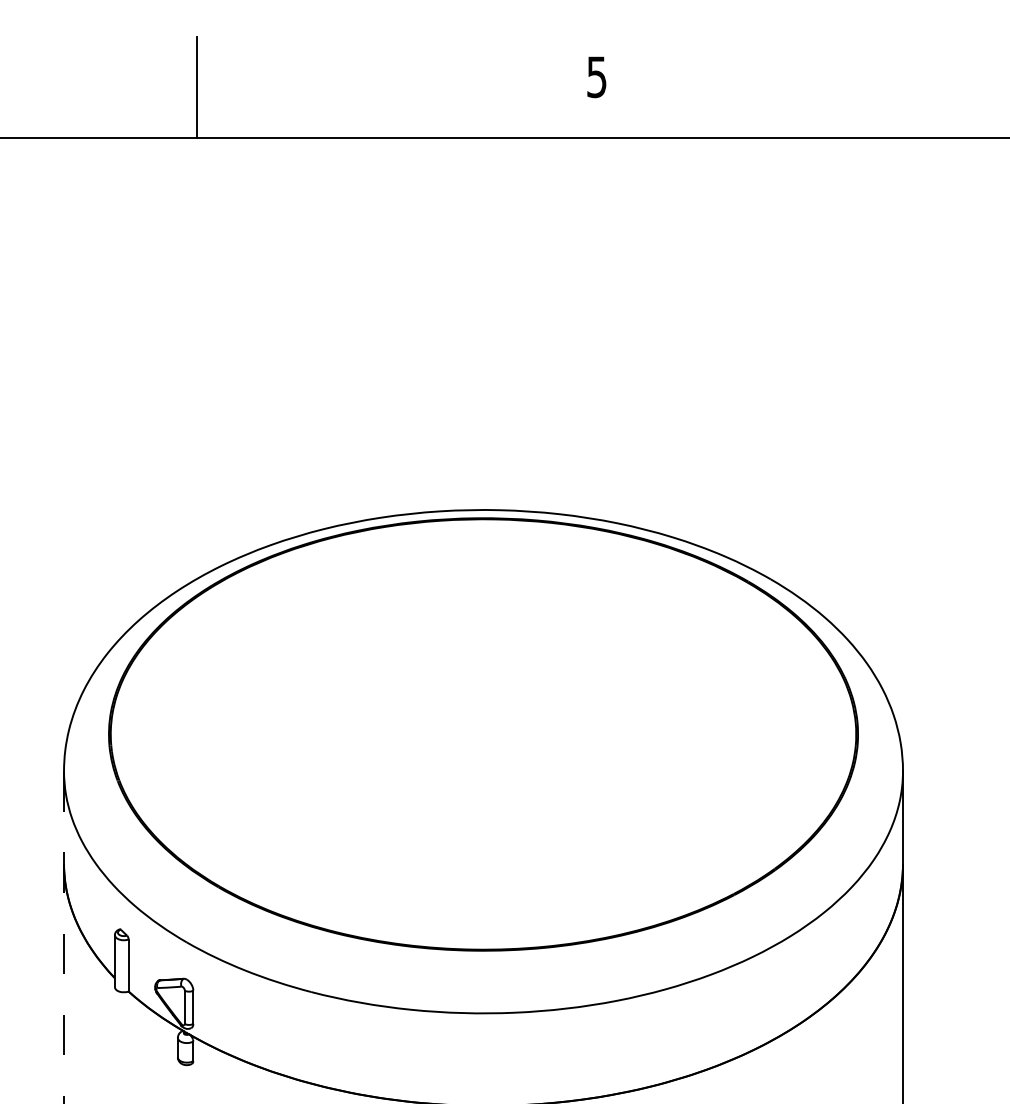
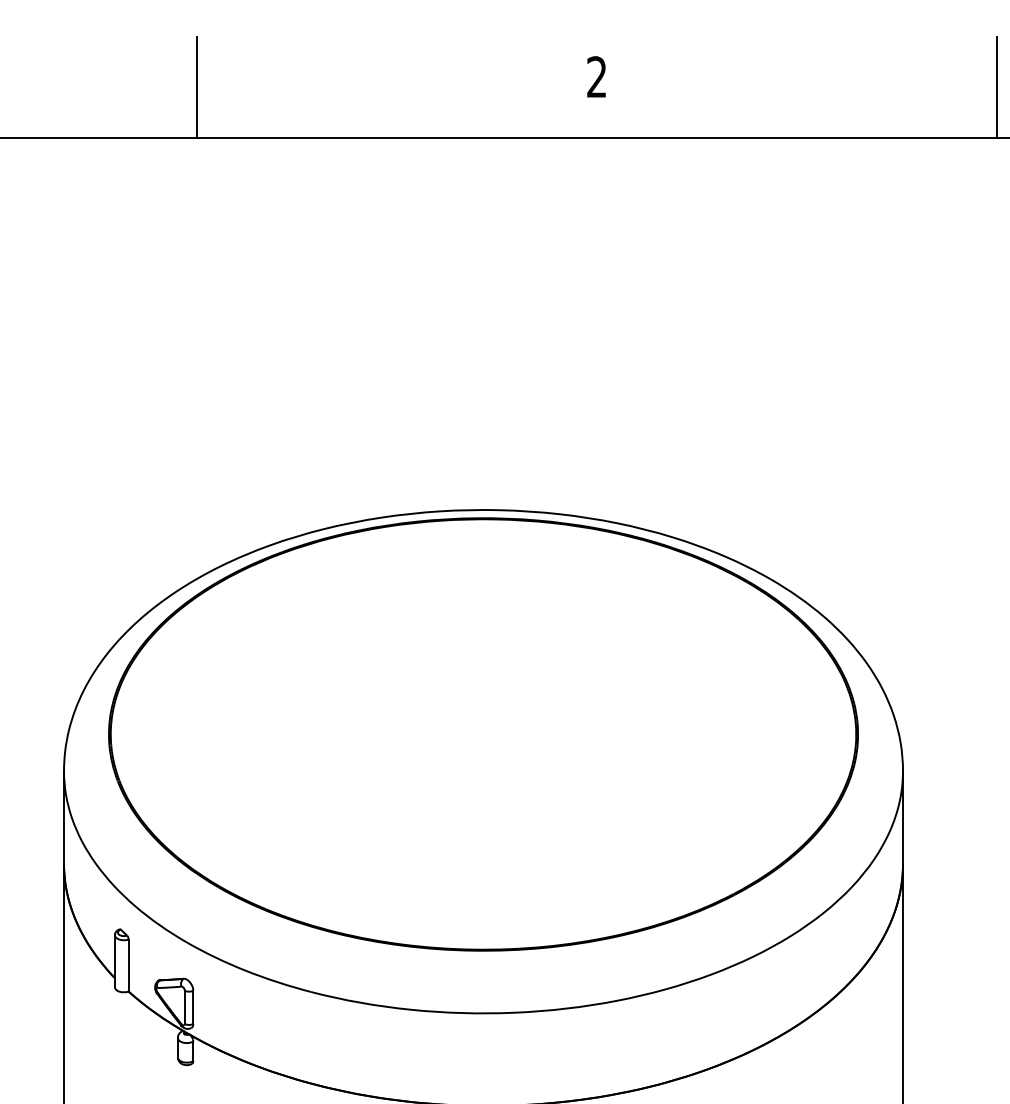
text at (596, 77): 5 -> 2
line at (996, 87): none -> present
line at (64, 937): dashed -> solid
